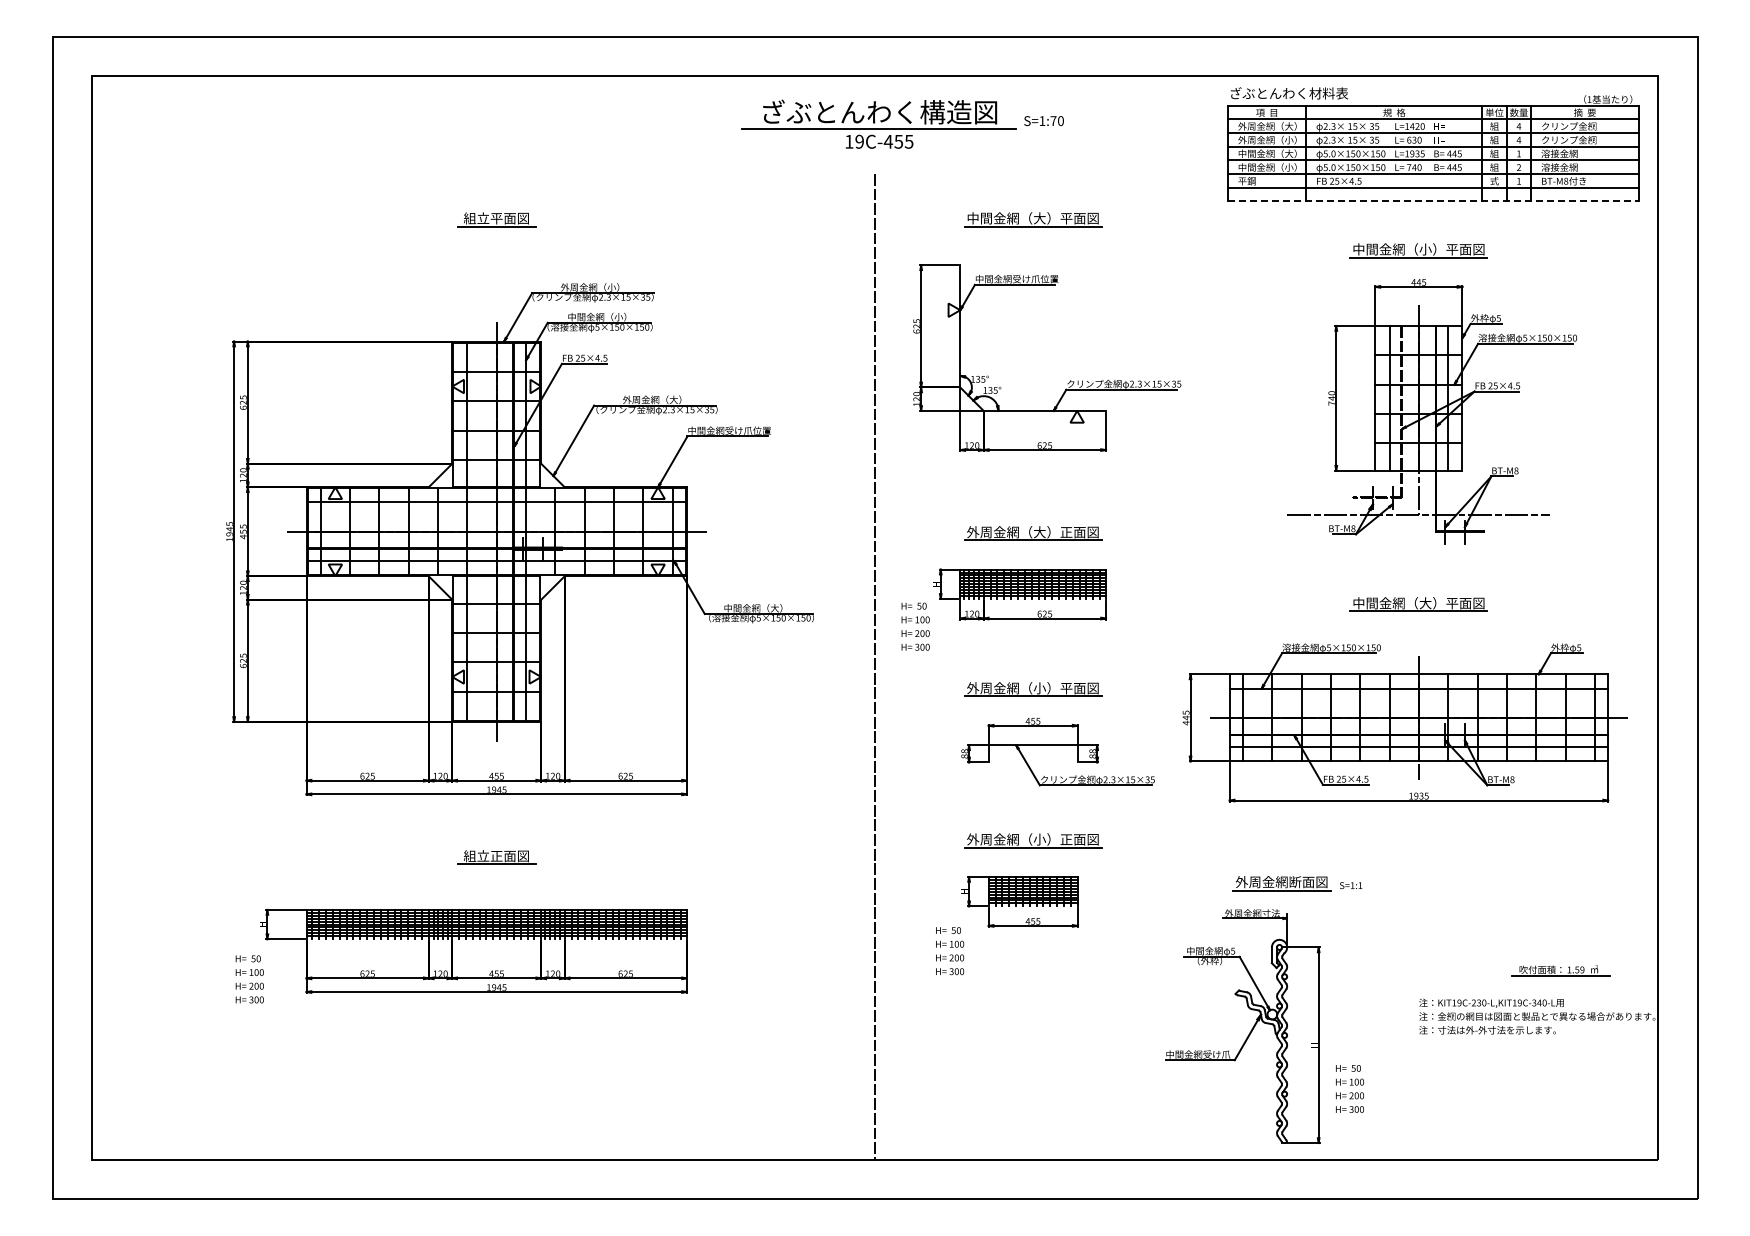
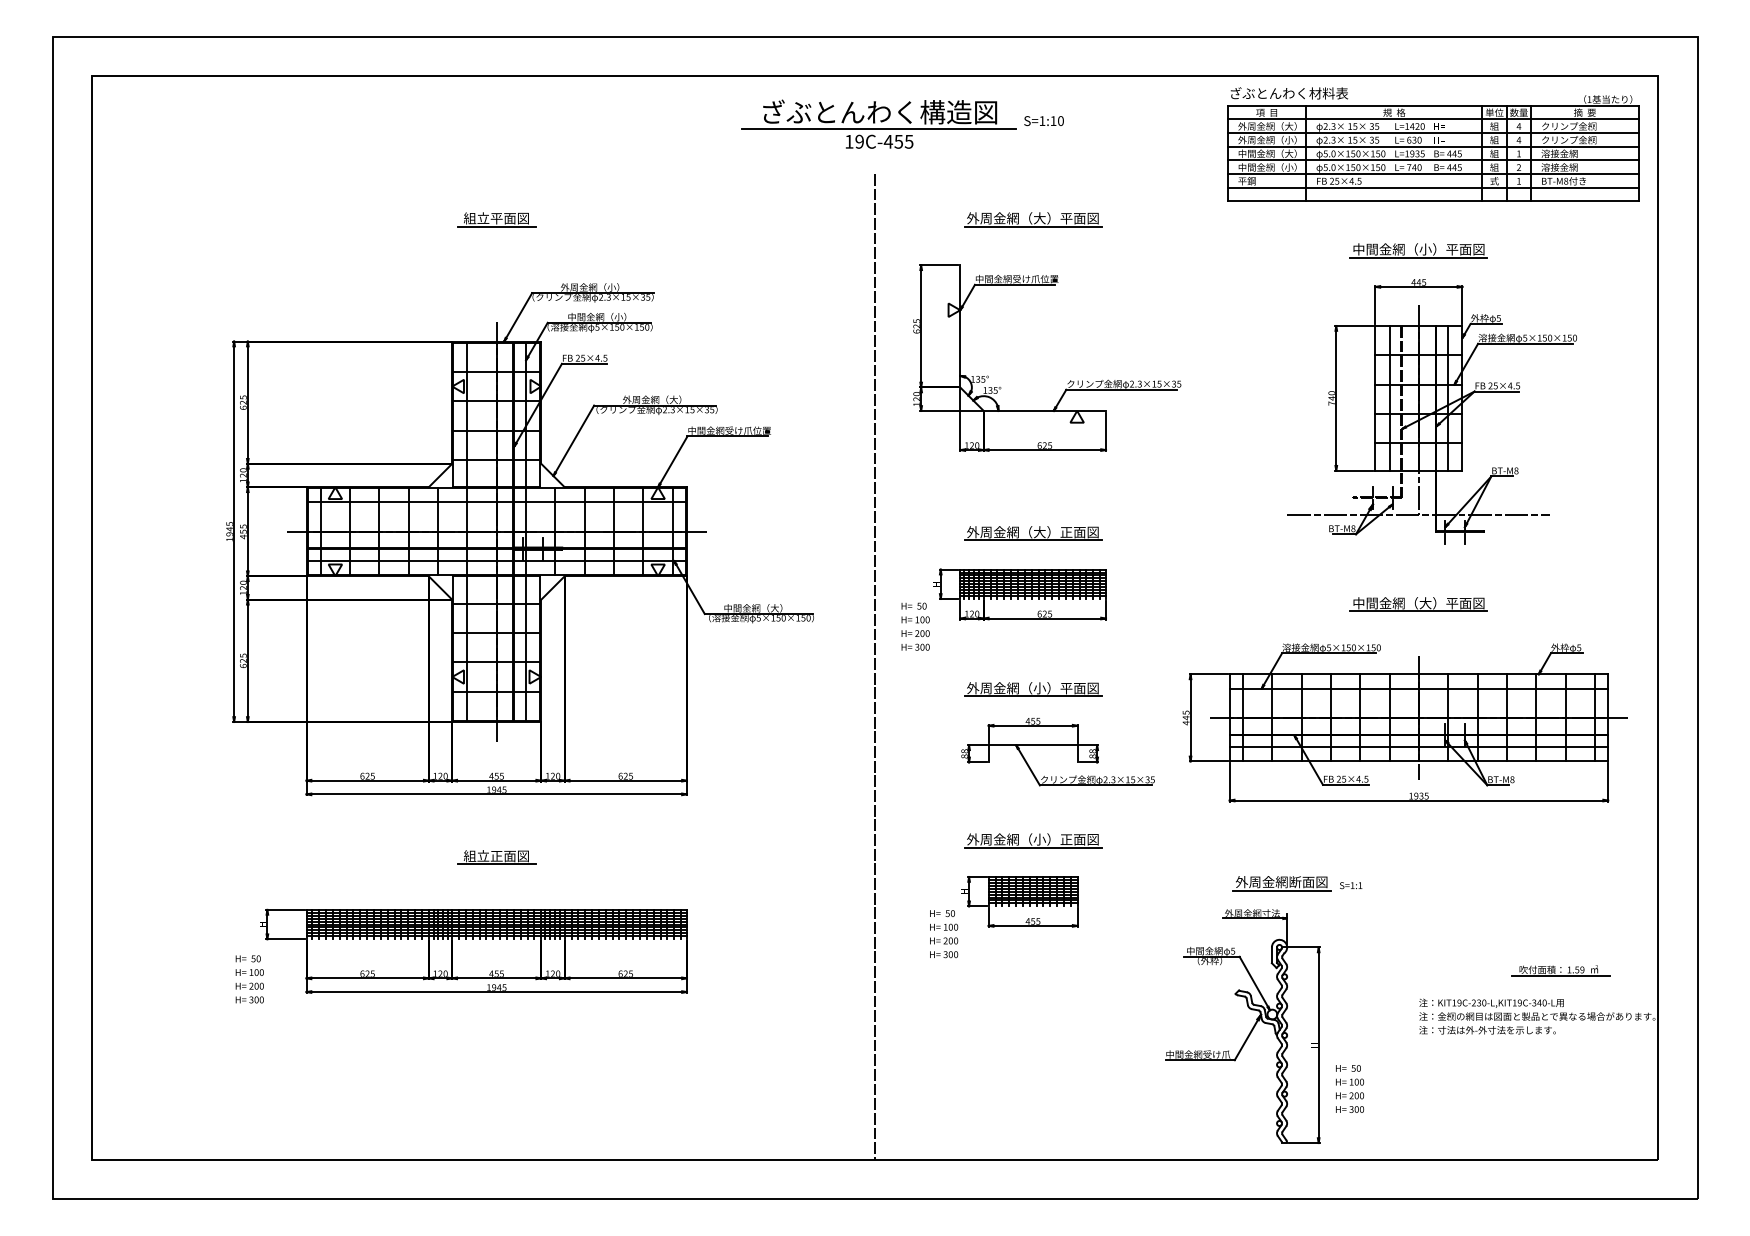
text at (1053, 120): S=1:70 -> S=1:10
line at (1433, 201): dashed -> solid
text at (979, 218): 中間金網（大）平面図 -> 外周金網（大）平面図
text at (950, 951) position: (950, 951) -> (944, 934)
